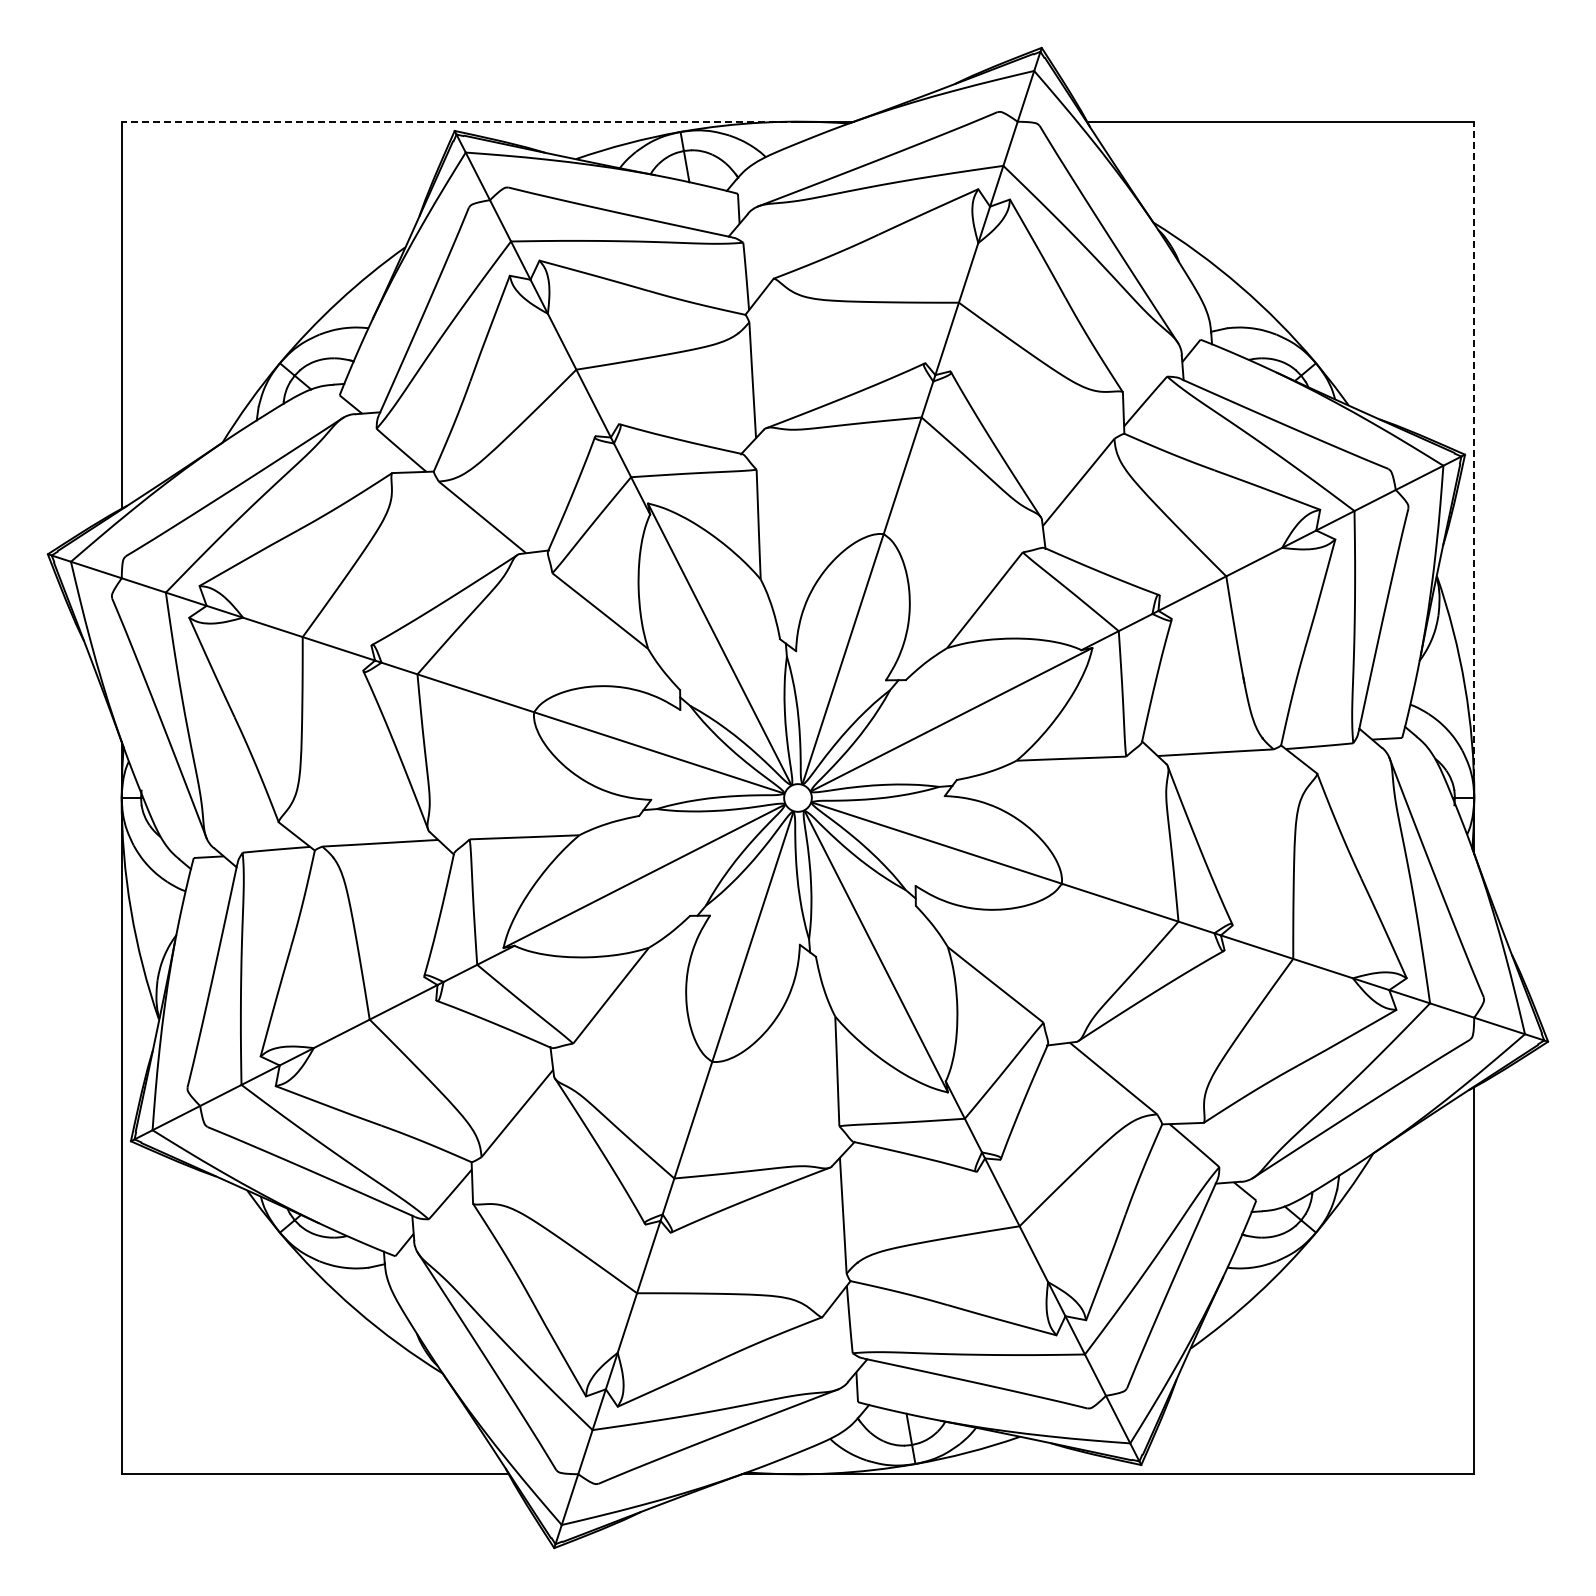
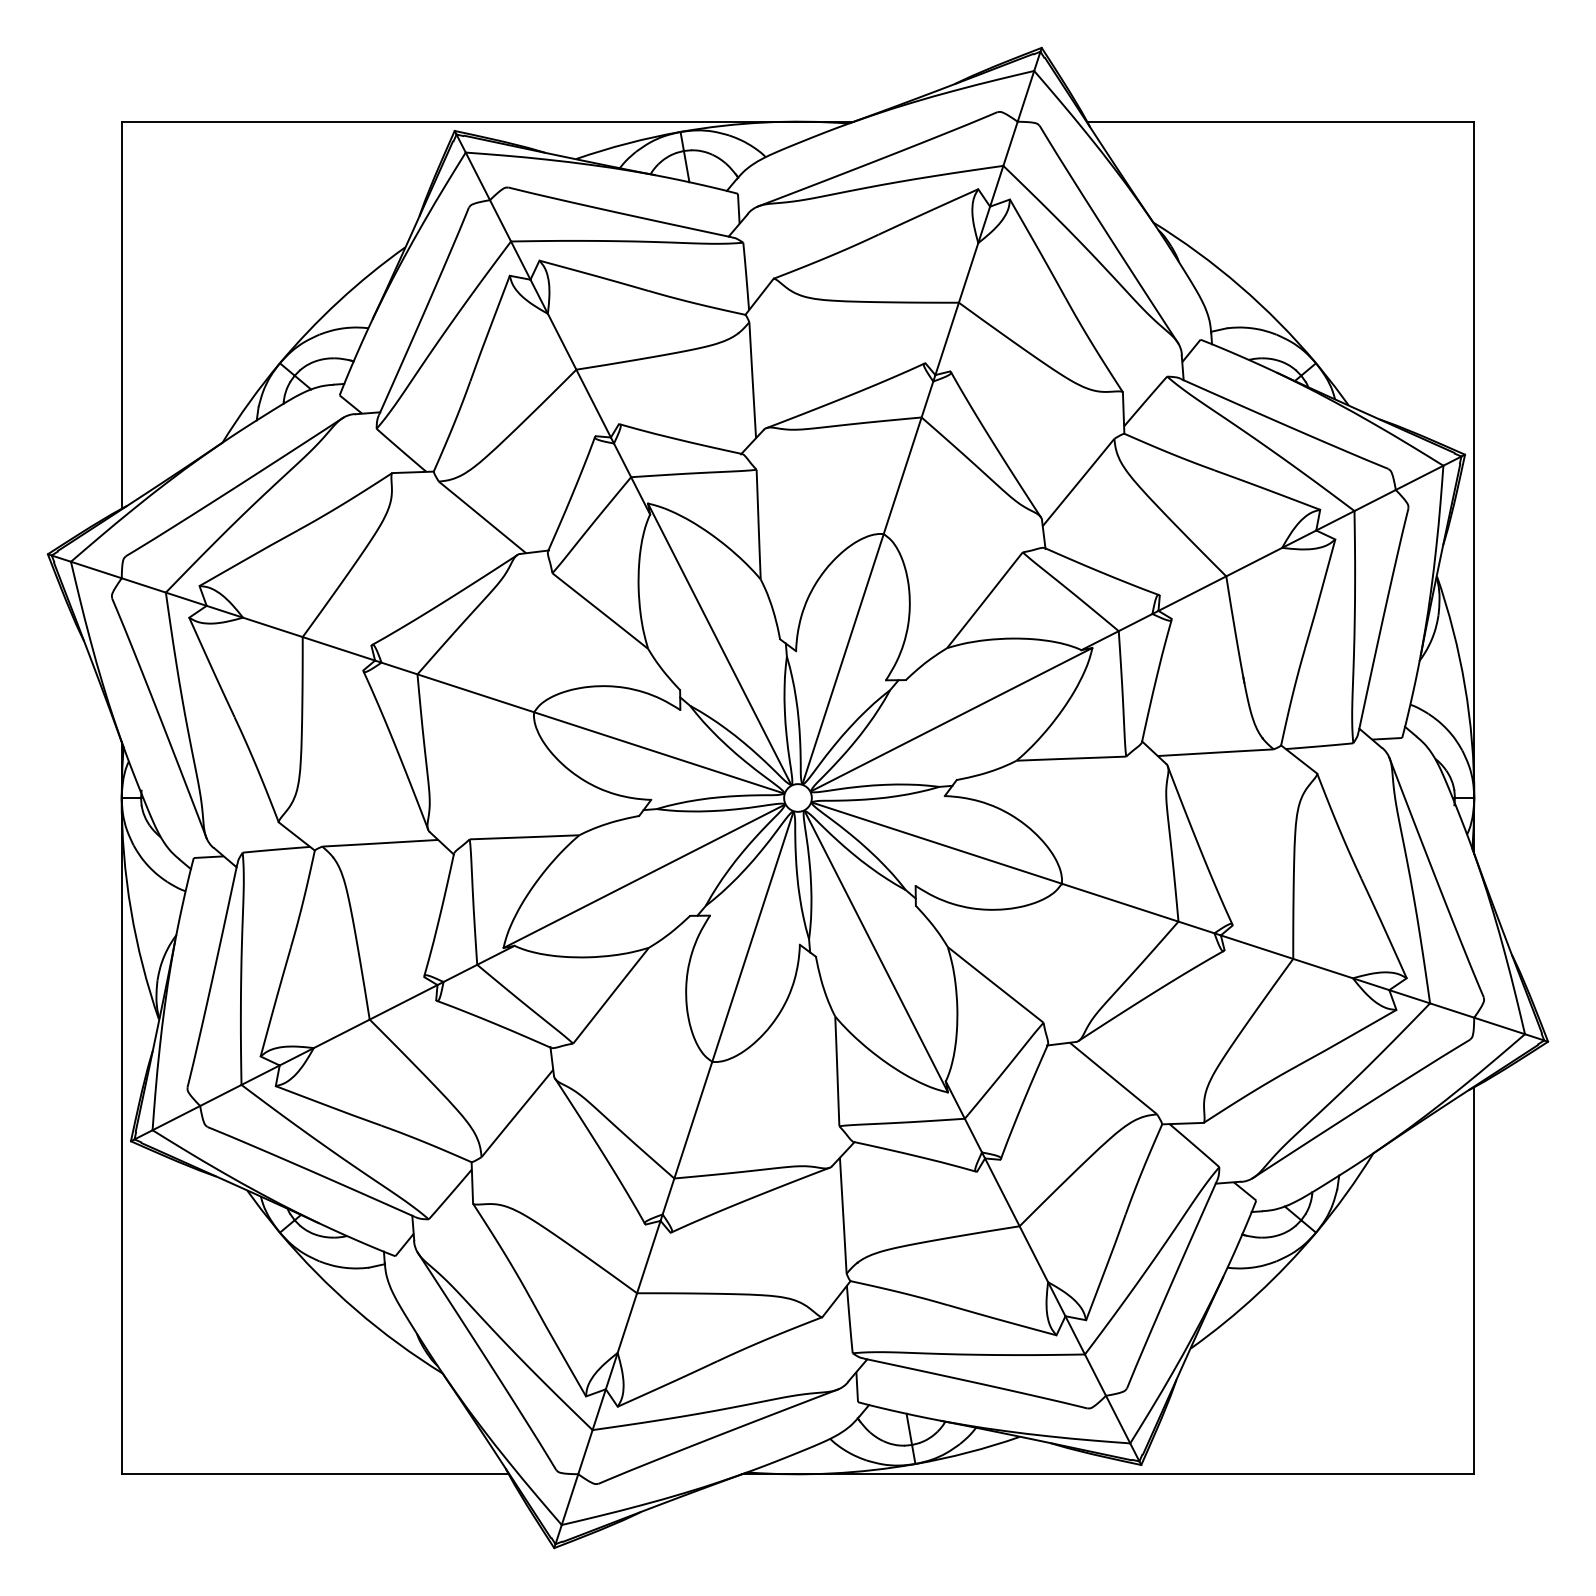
line at (459, 121): dashed -> solid
line at (1474, 459): dashed -> solid
